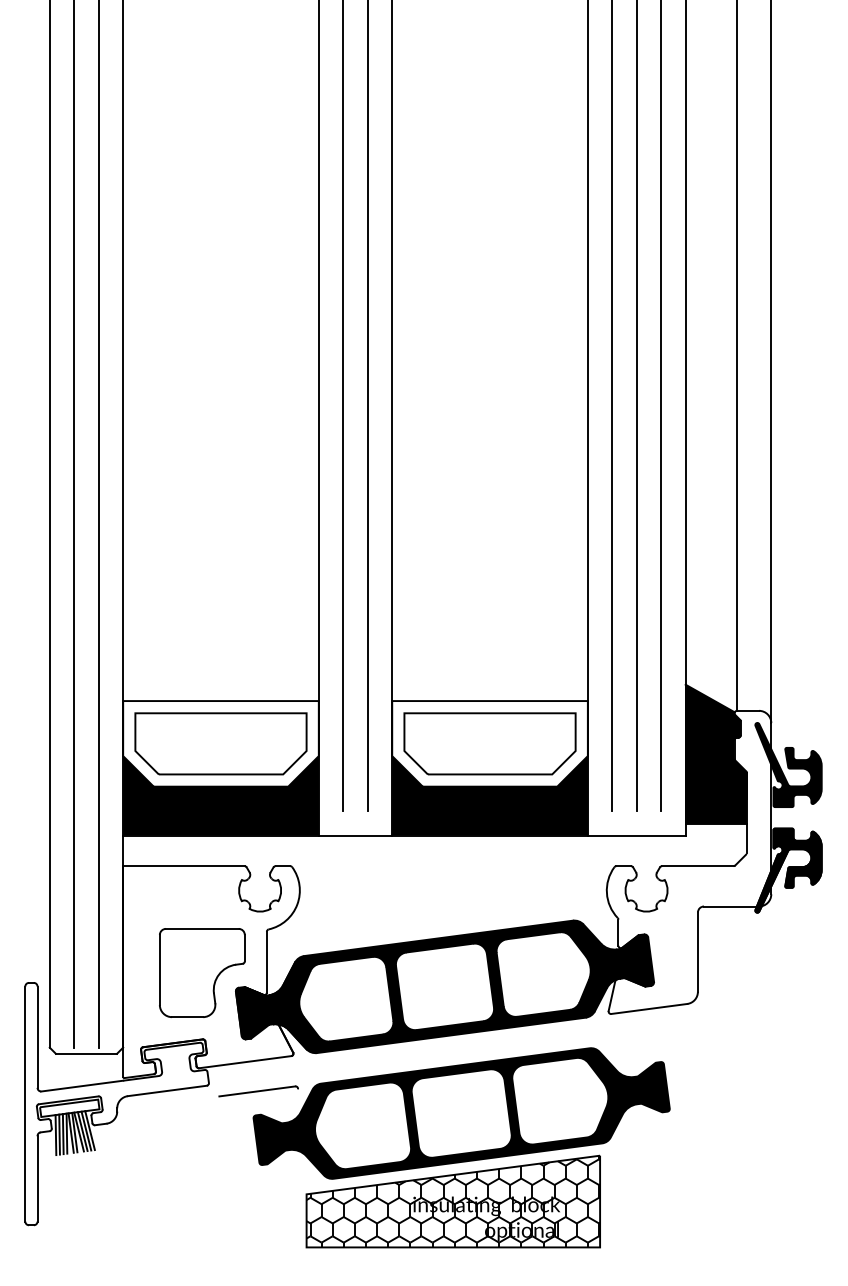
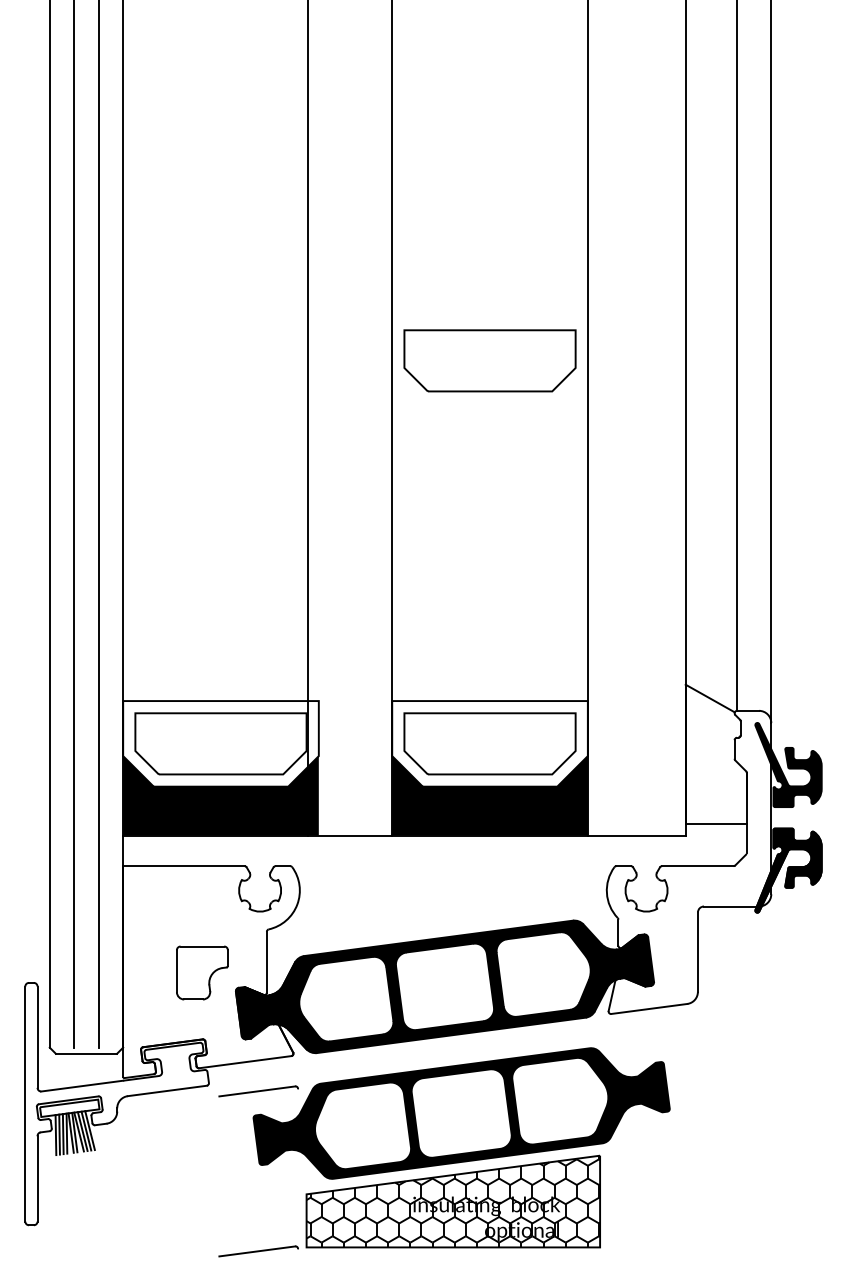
part at (489, 360): none -> present
line at (343, 406): present -> none
line at (367, 406): present -> none
line at (612, 406): present -> none
line at (636, 406): present -> none
line at (661, 406): present -> none
line at (318, 418) position: (318, 418) -> (307, 418)
fill at (715, 753): present -> none
part at (202, 972) size: 87x90 px -> 53x56 px
part at (258, 1251): none -> present
